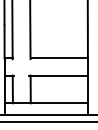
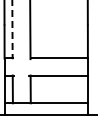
line at (12, 30): solid -> dashed
line at (48, 122): present -> none
